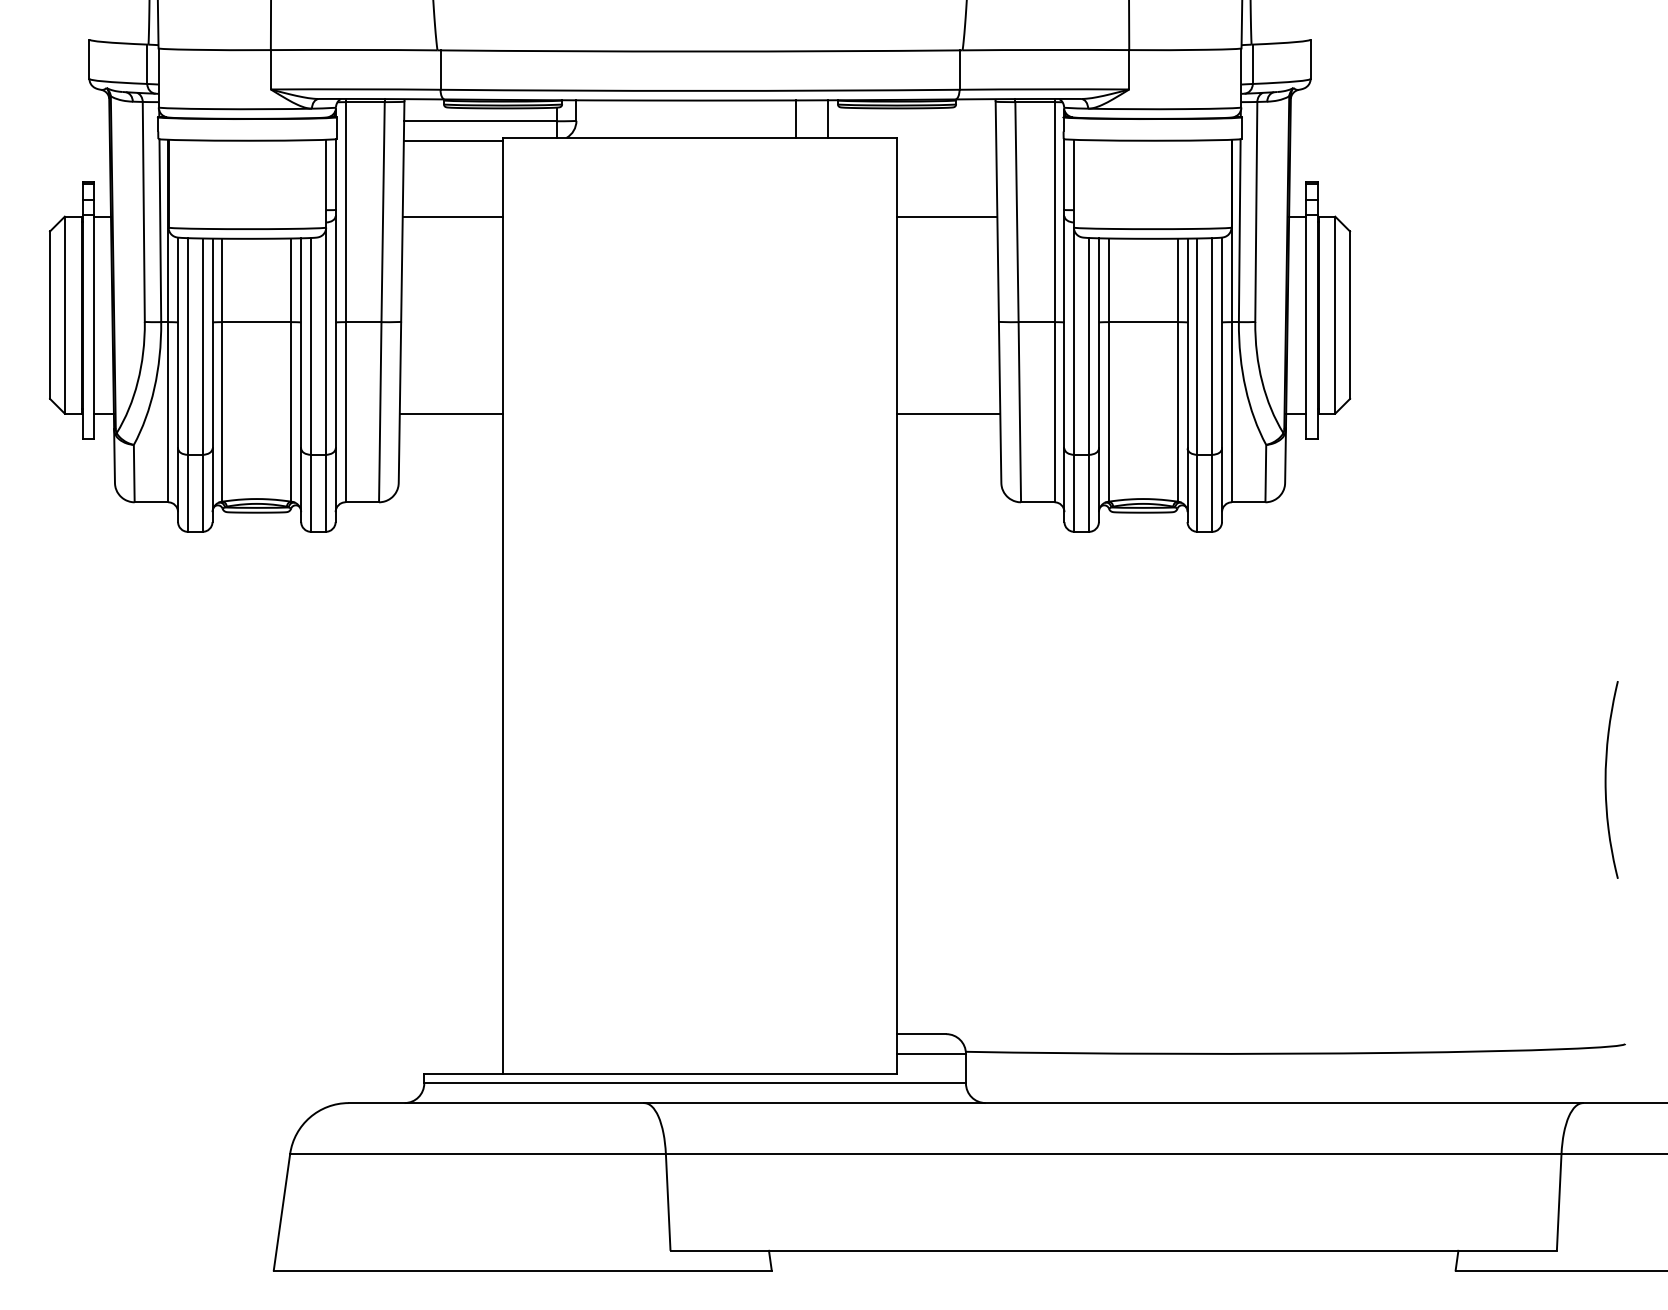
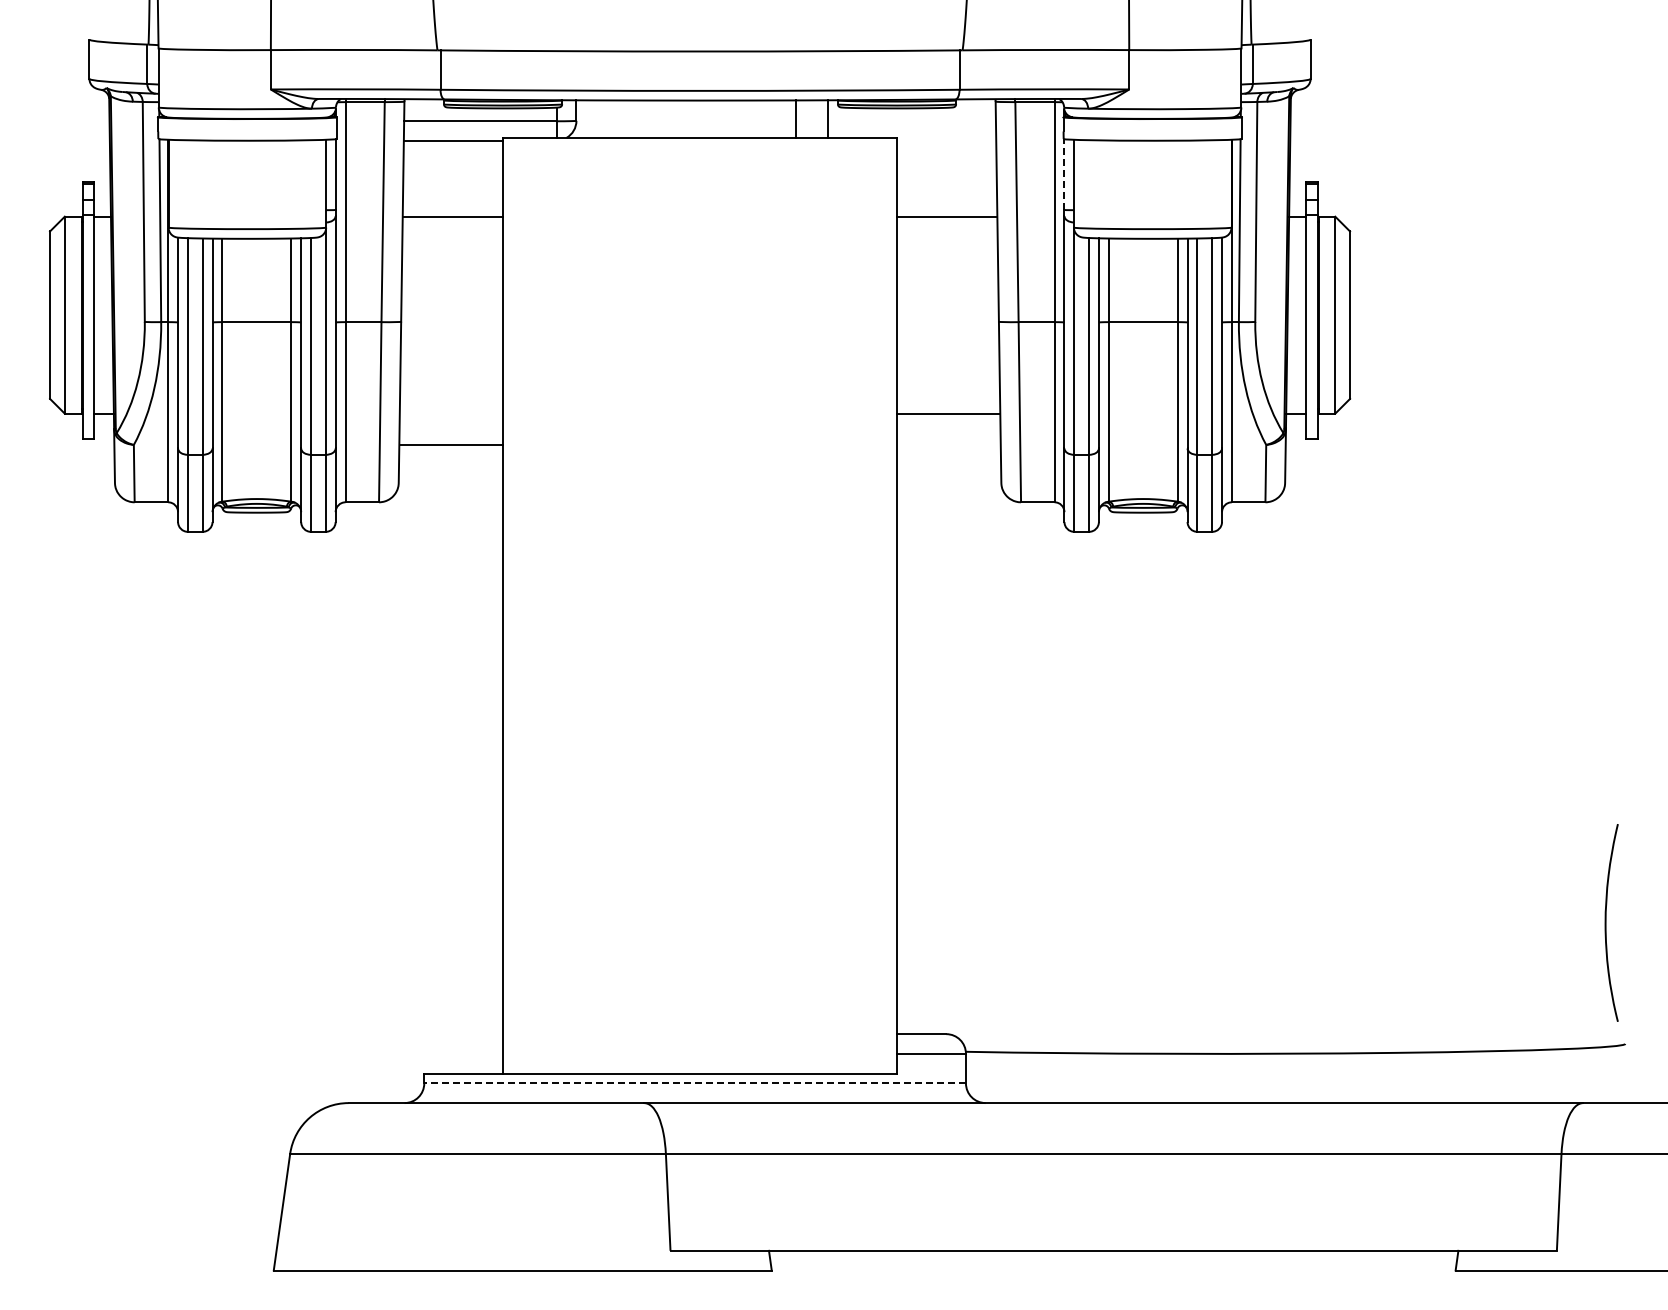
line at (1064, 174): solid -> dashed
line at (451, 413) position: (451, 413) -> (451, 444)
curve at (1606, 779) position: (1606, 779) -> (1606, 922)
line at (695, 1083): solid -> dashed
